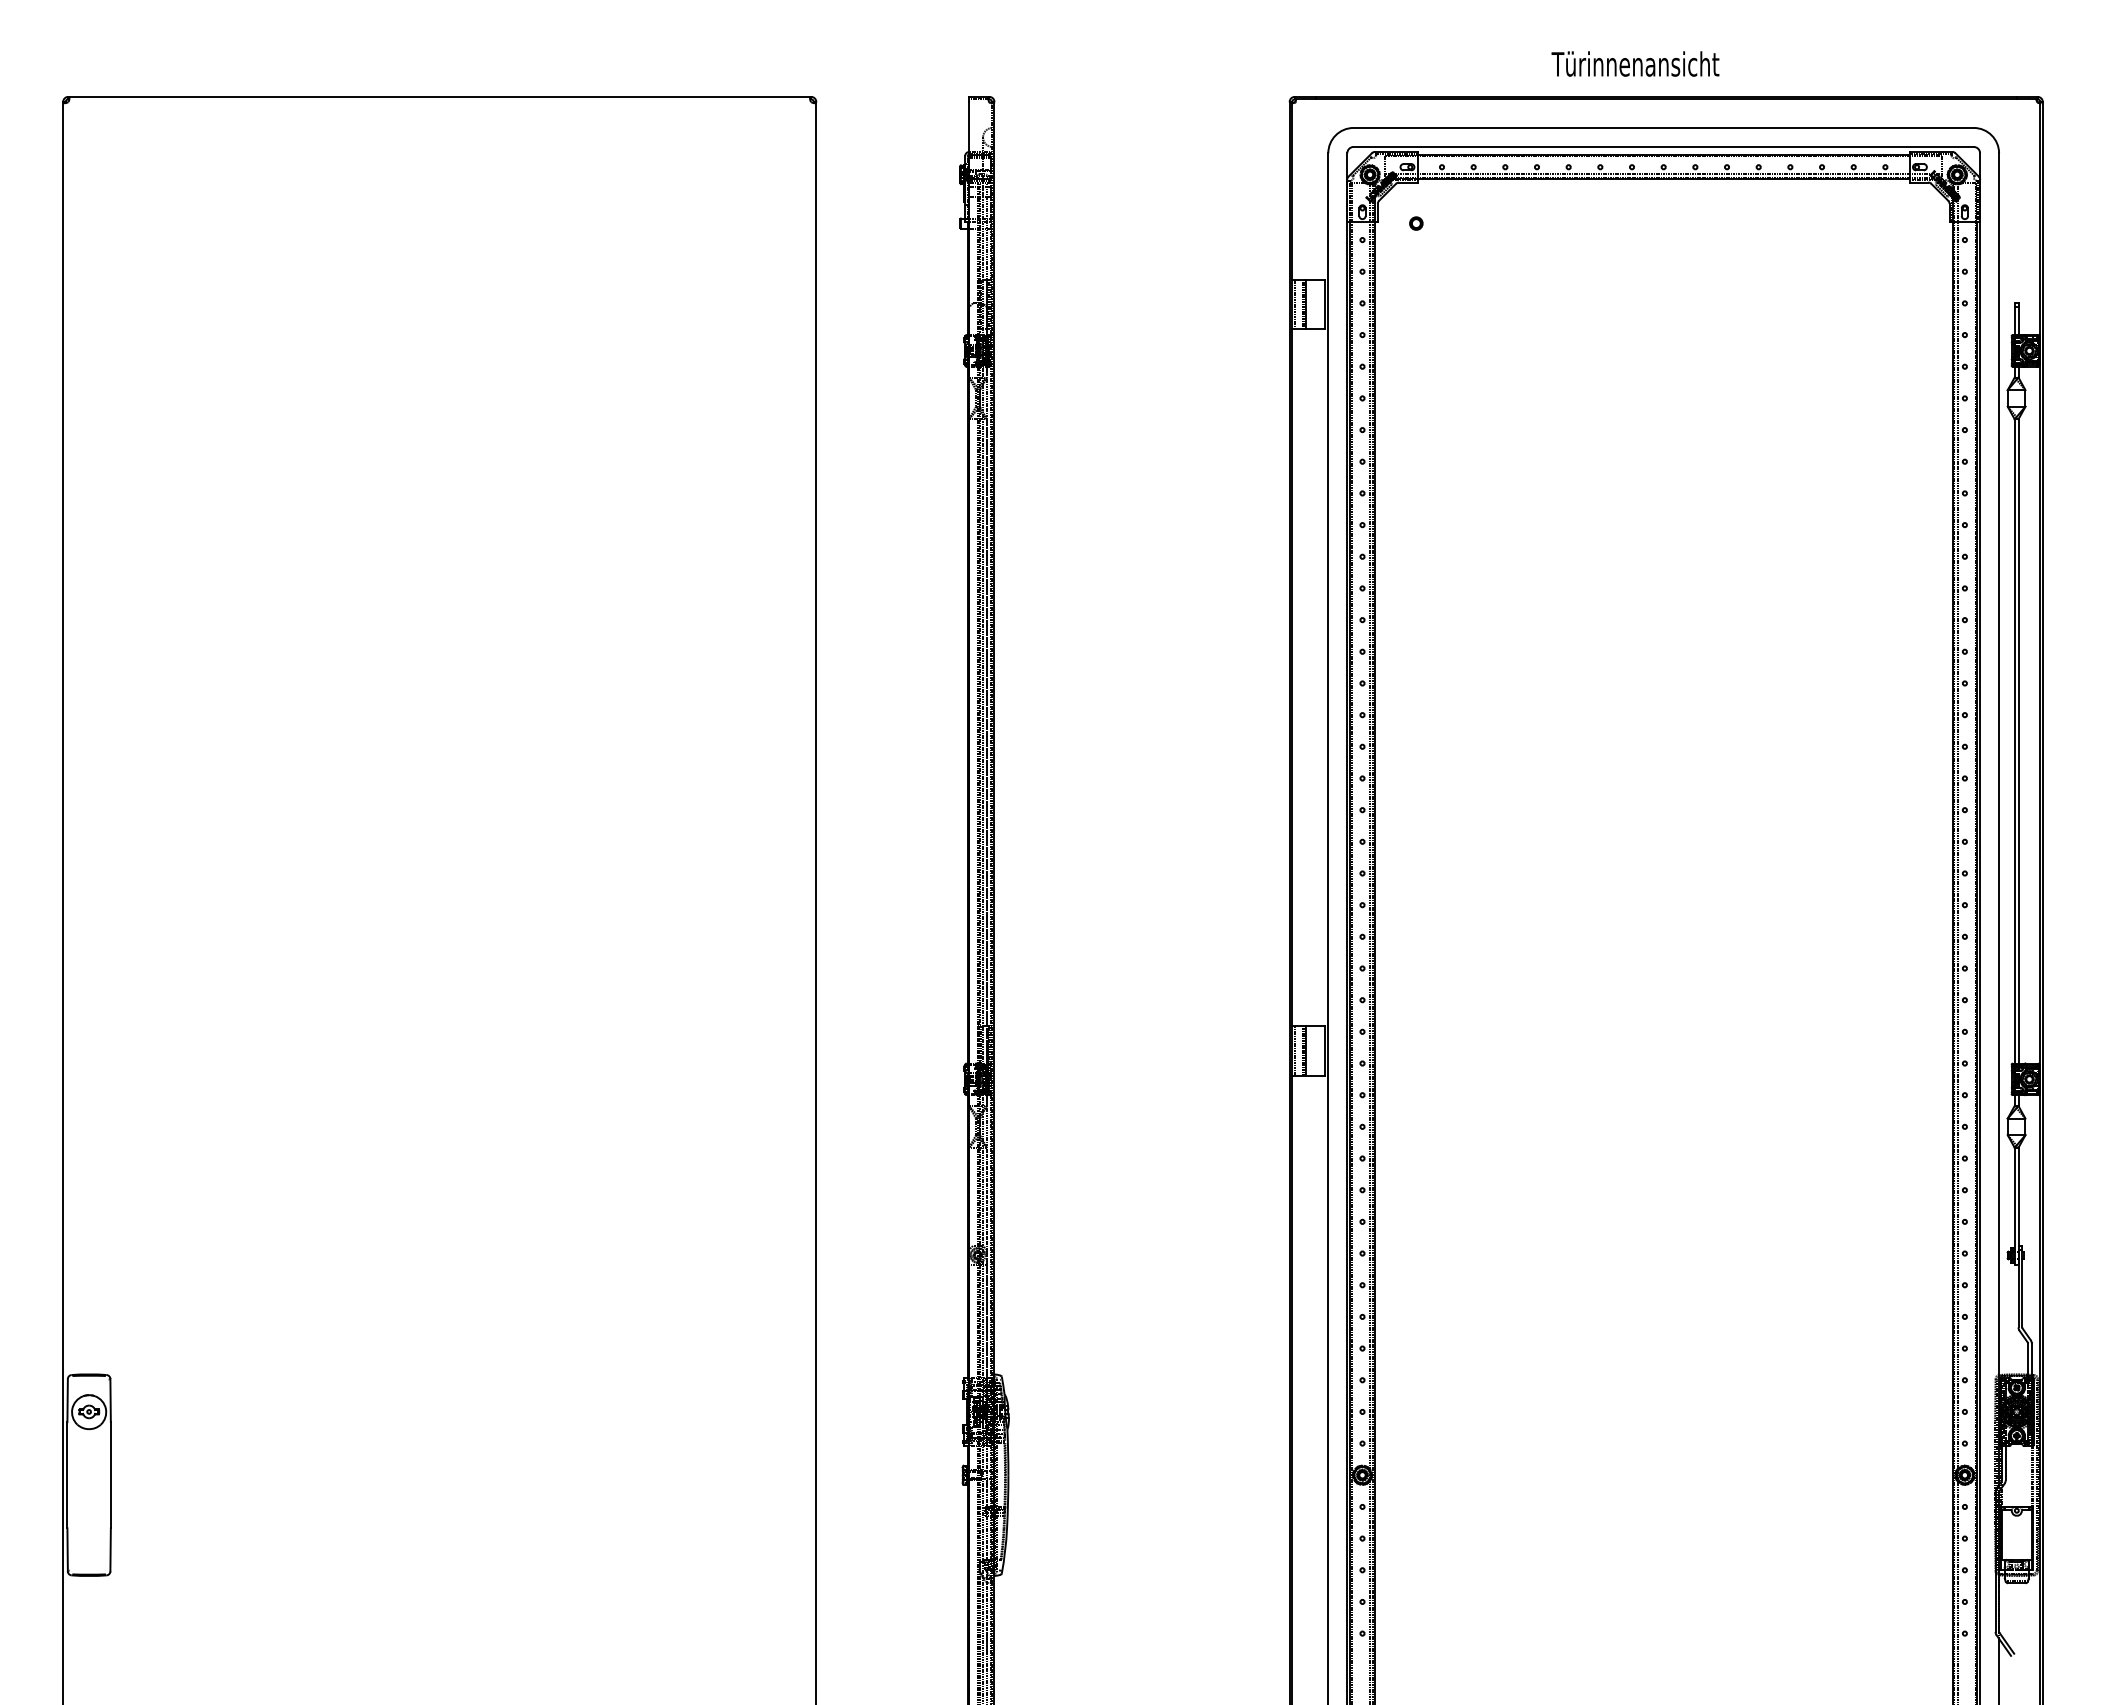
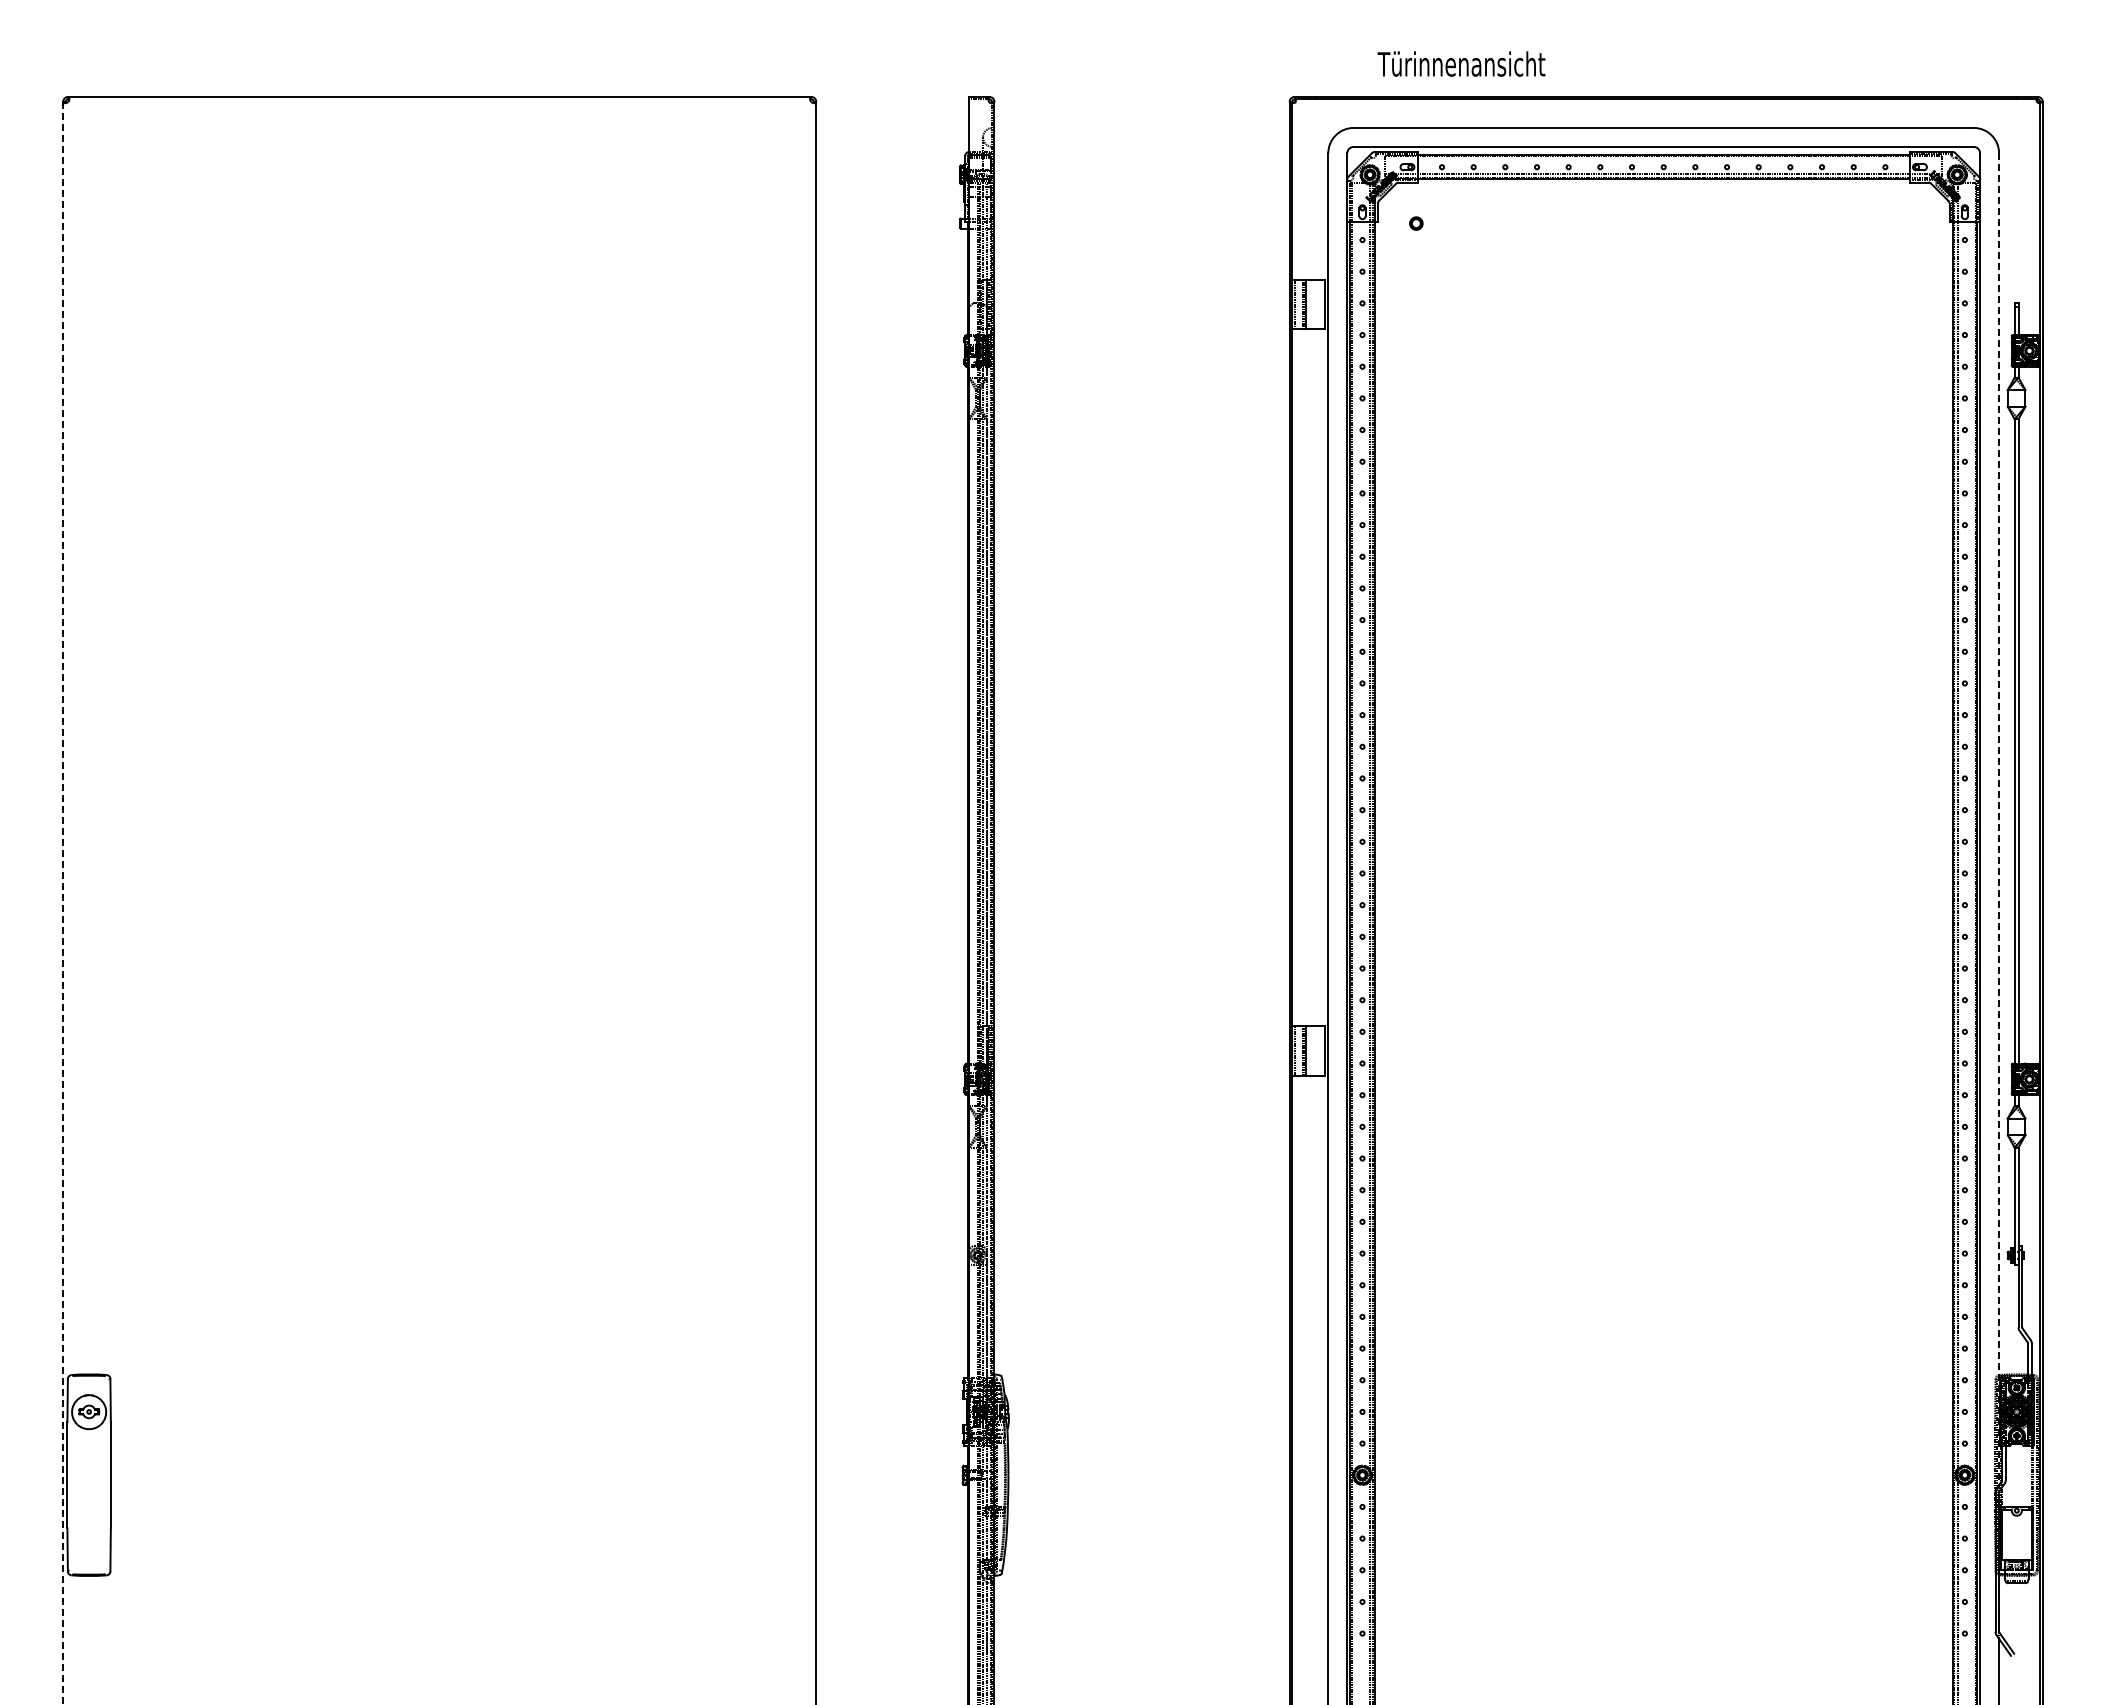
text at (1635, 63) position: (1635, 63) -> (1461, 63)
line at (1999, 819): solid -> dashed
line at (63, 903): solid -> dashed
